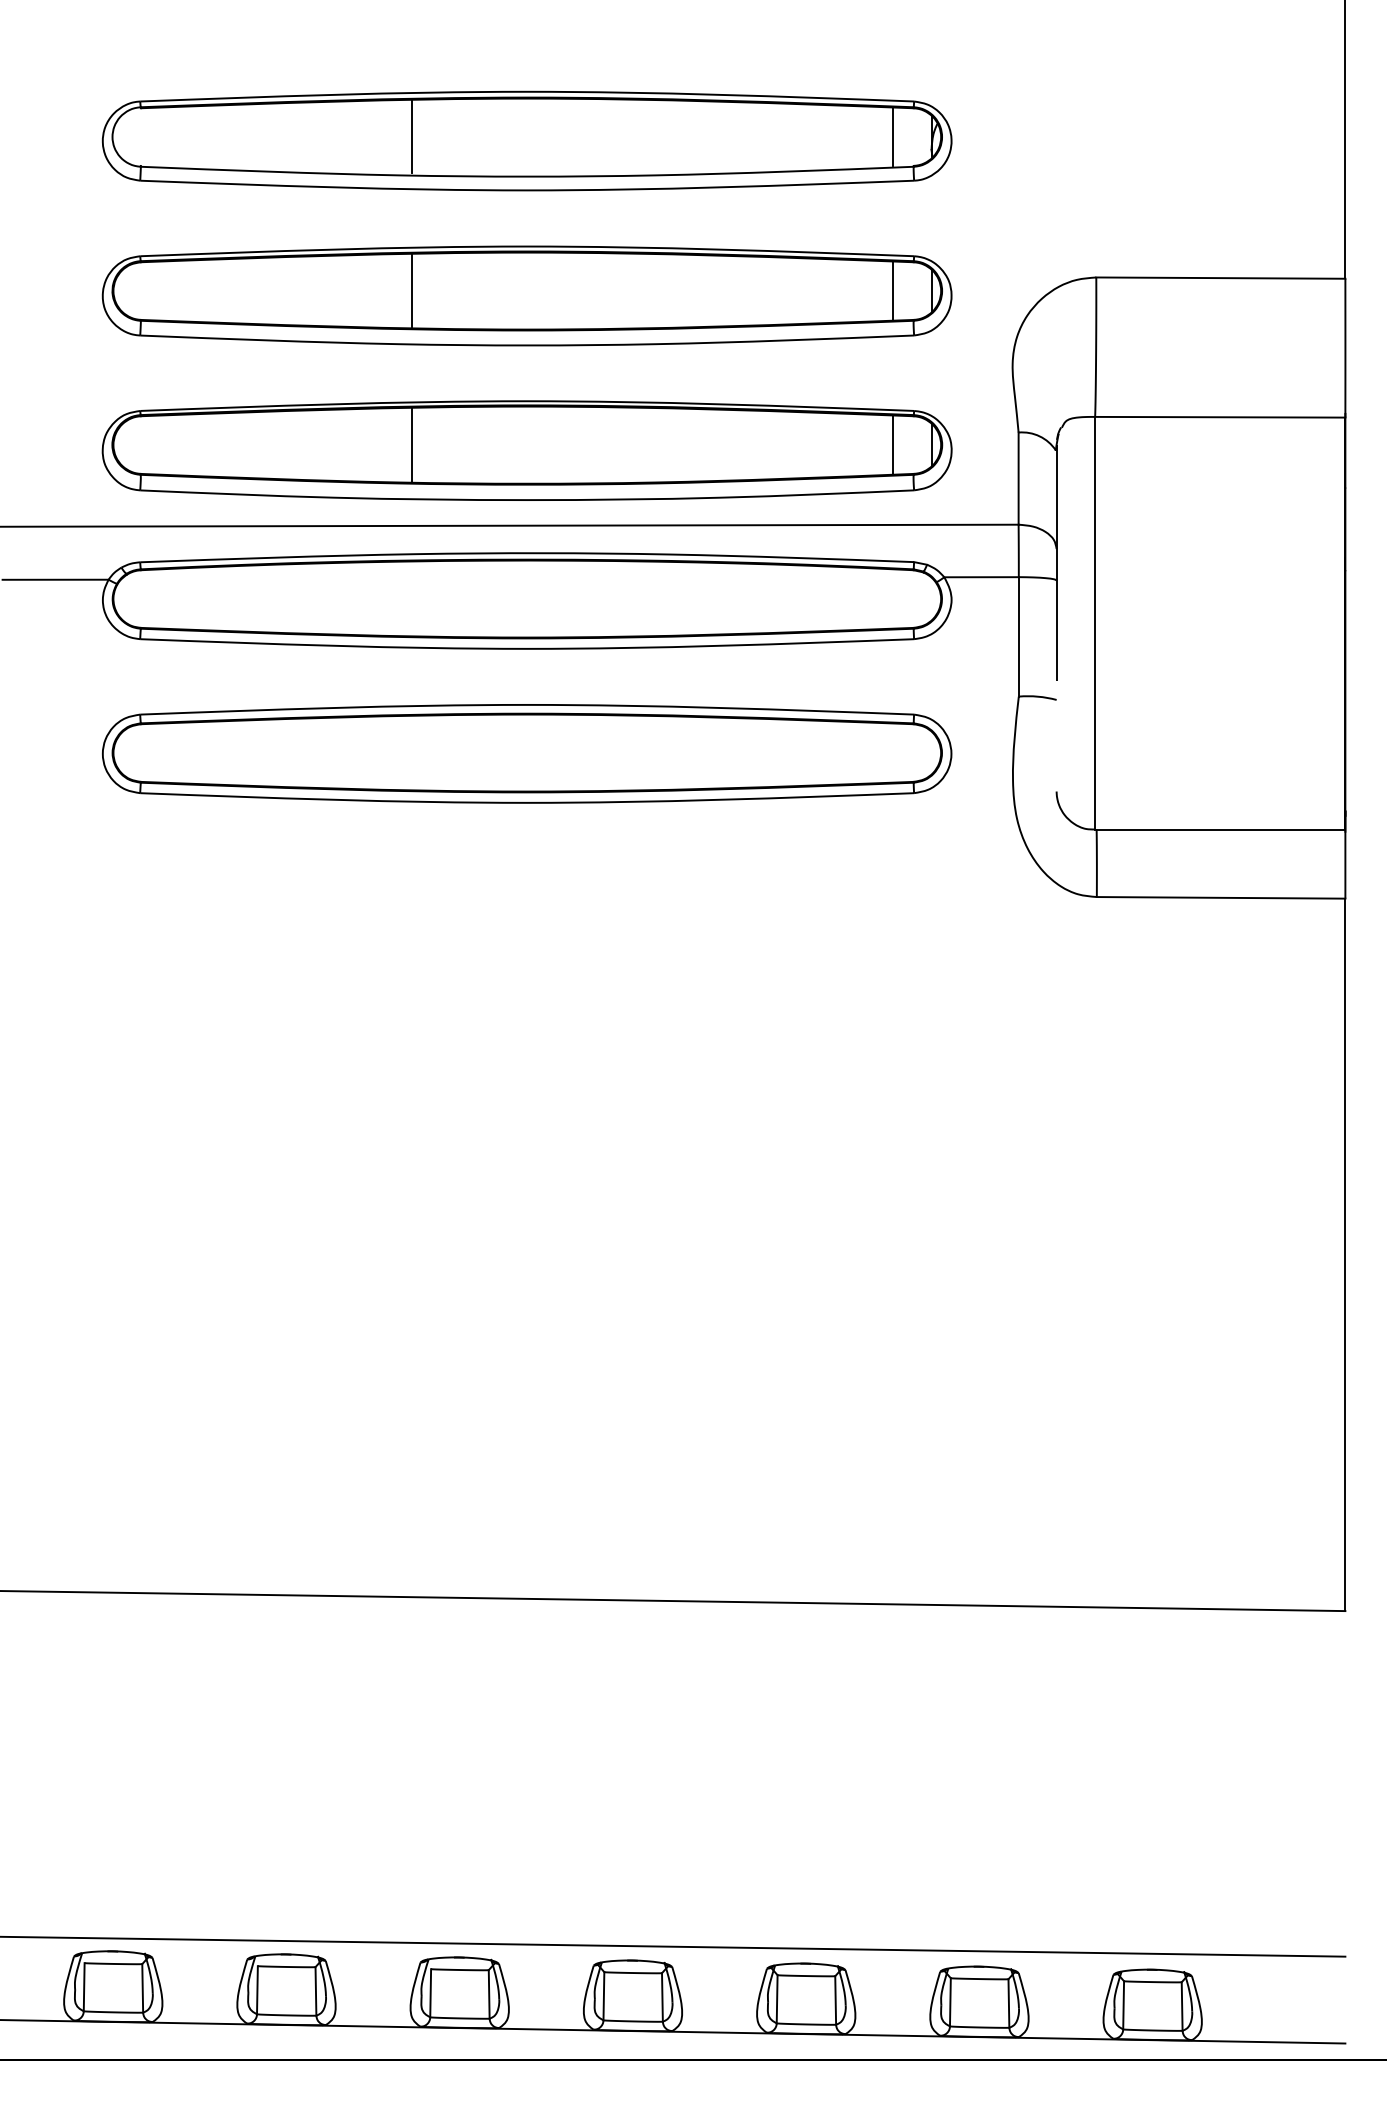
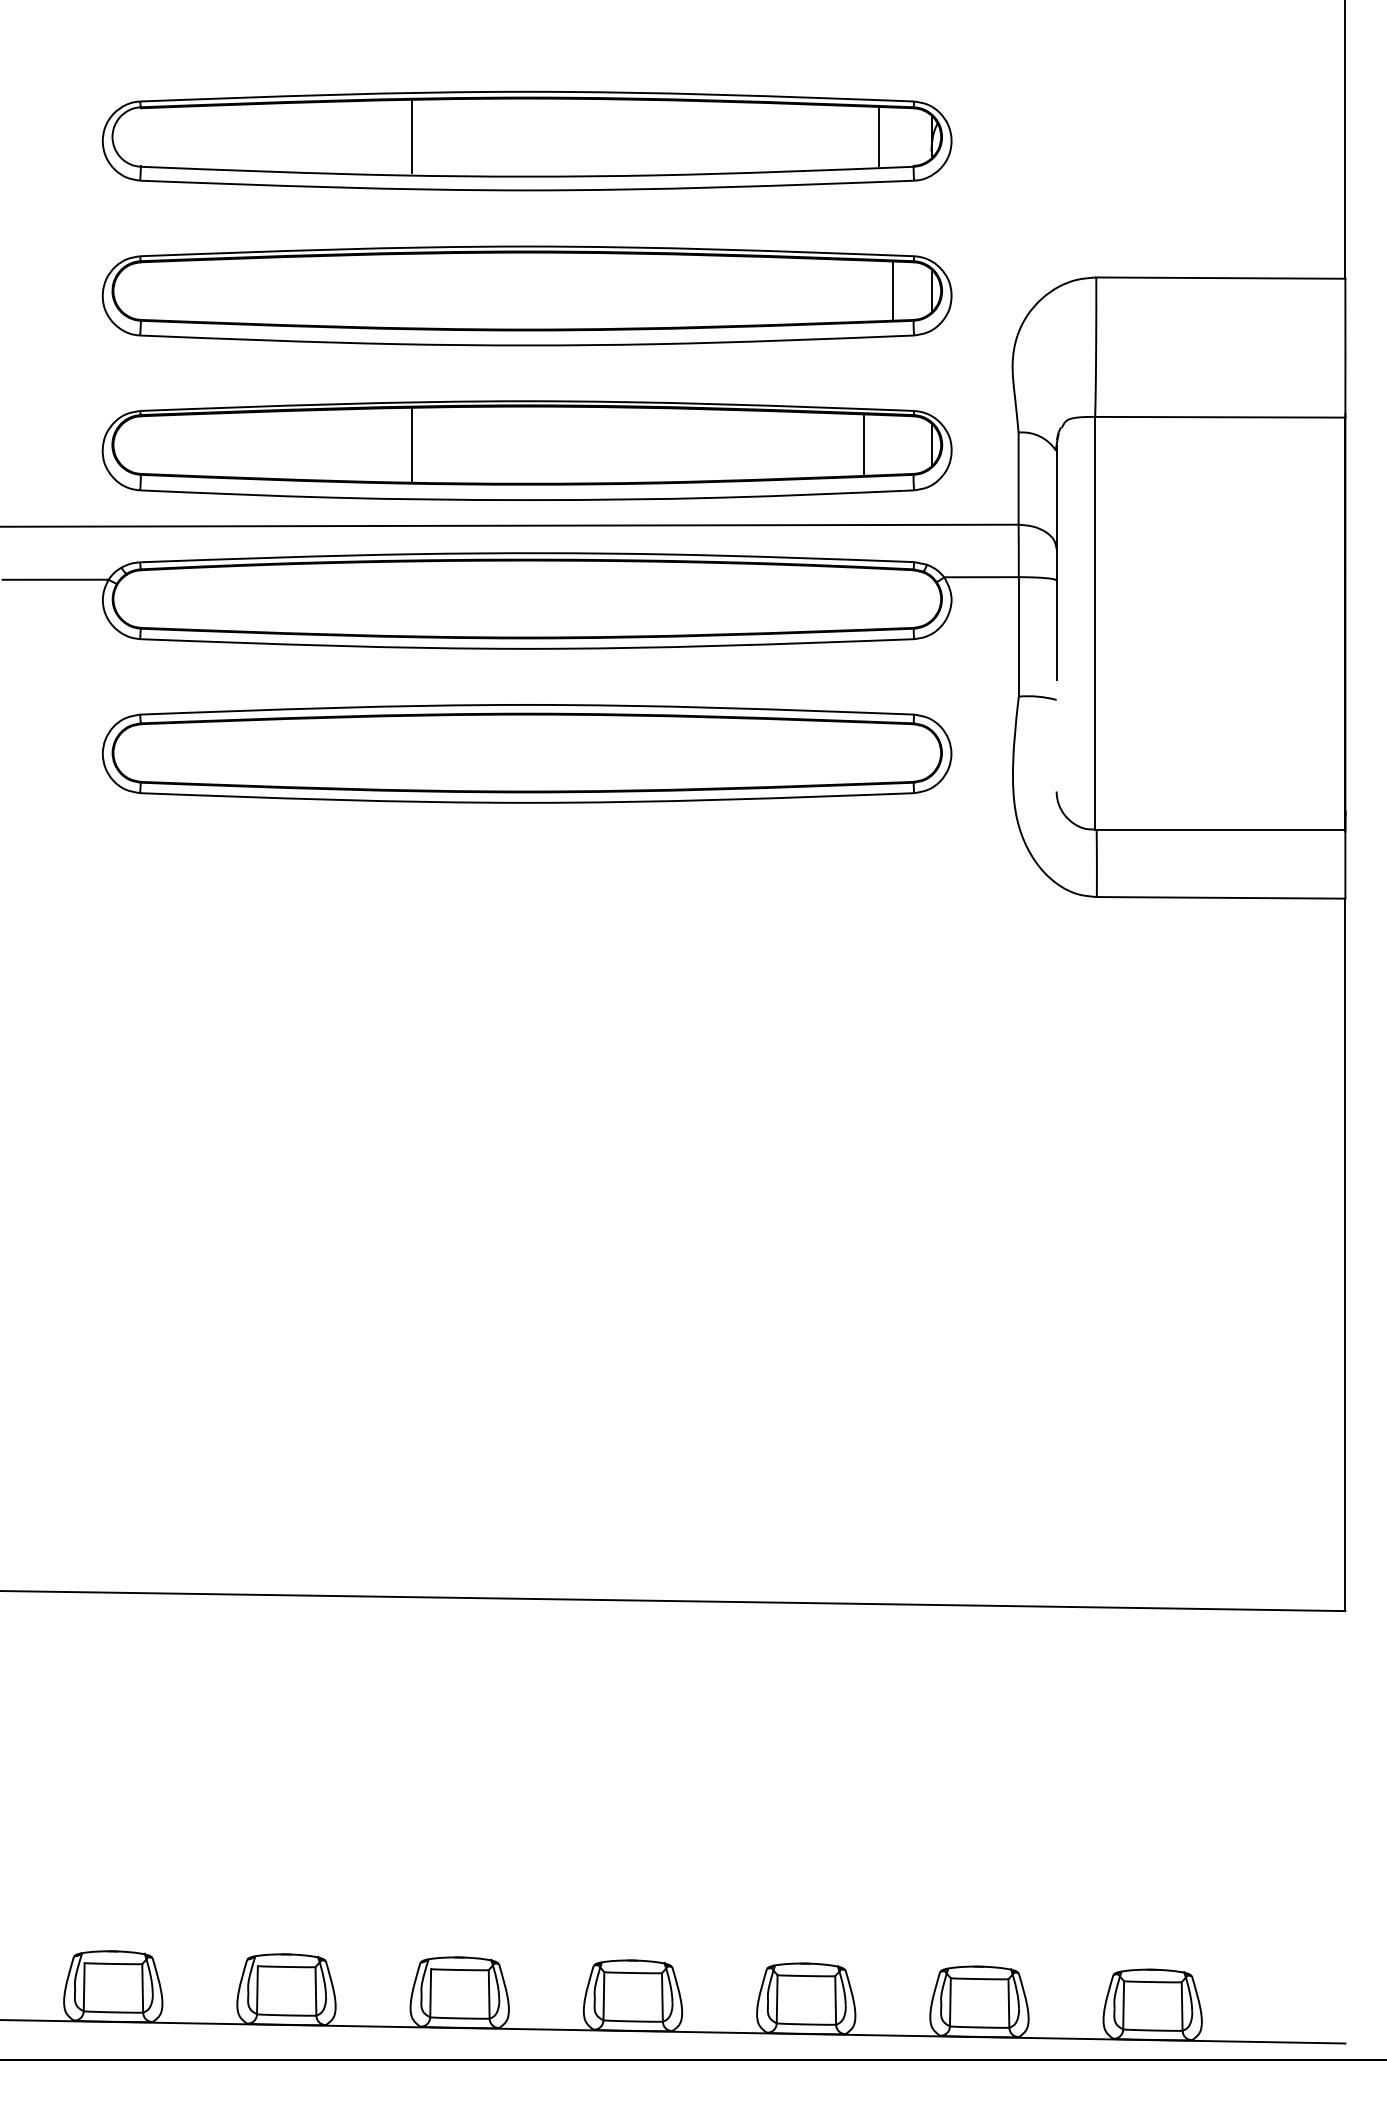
line at (893, 136) position: (893, 136) -> (879, 136)
line at (411, 290): present -> none
line at (893, 444) position: (893, 444) -> (864, 444)
line at (673, 1946): present -> none
